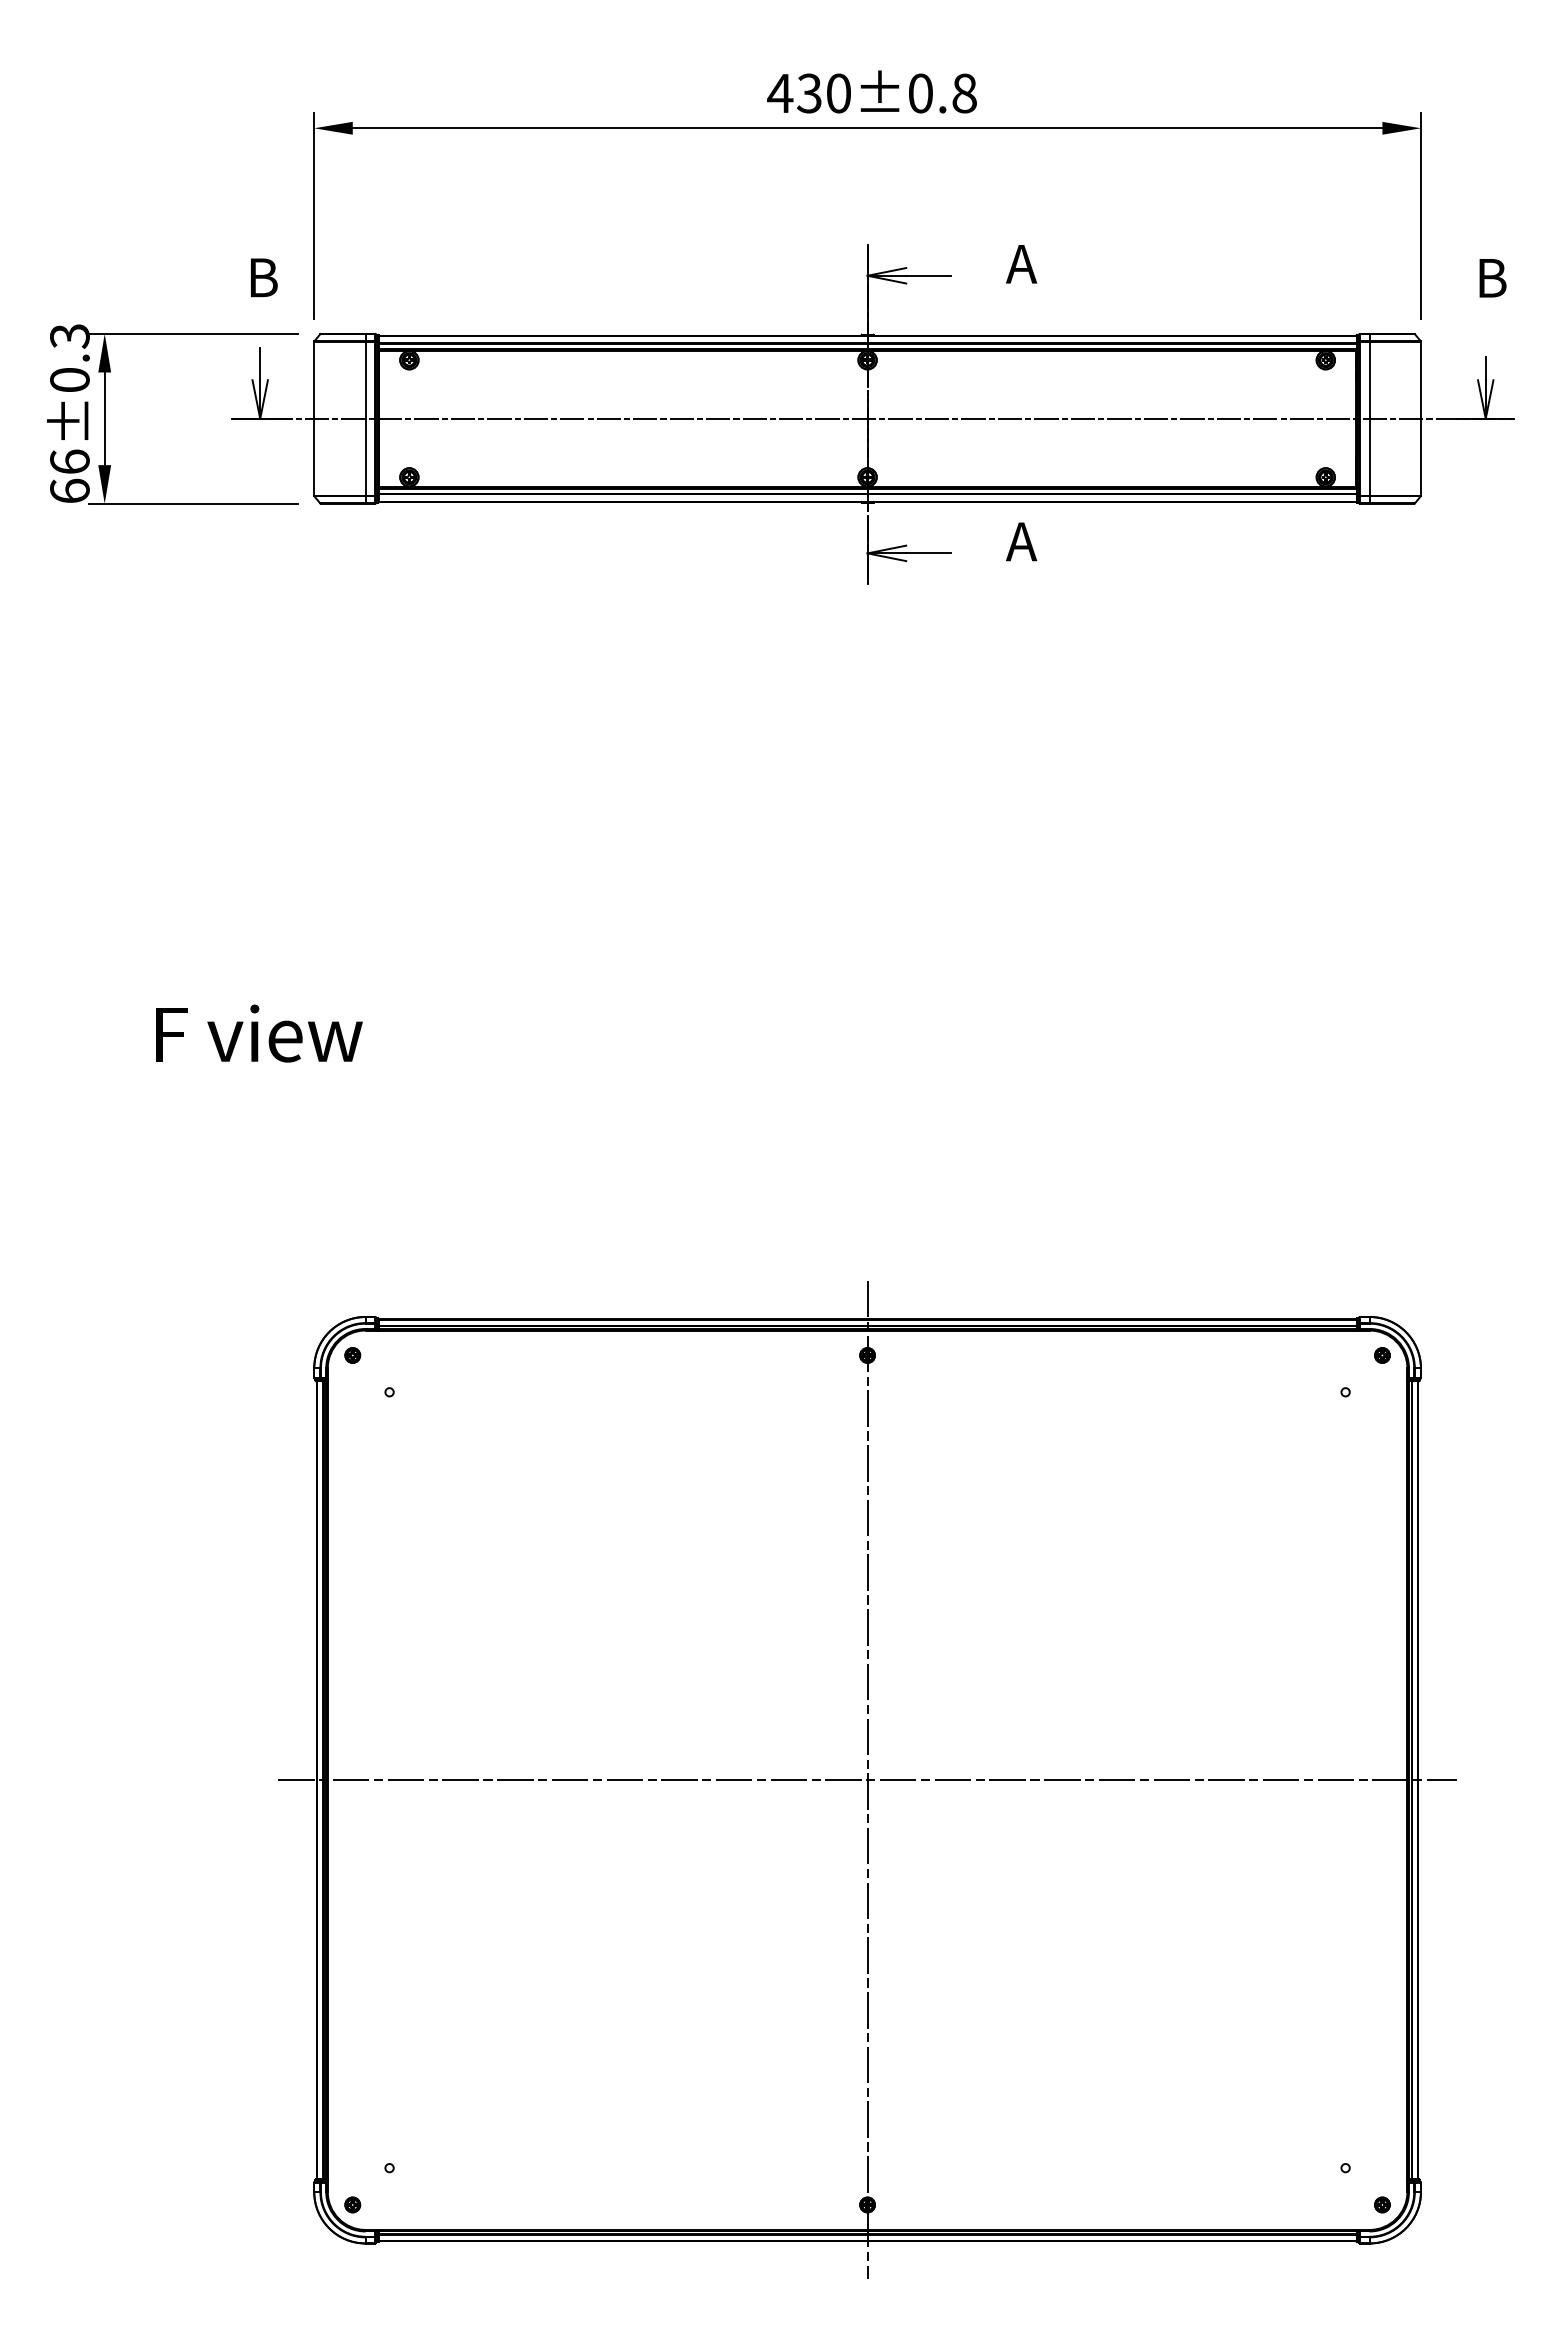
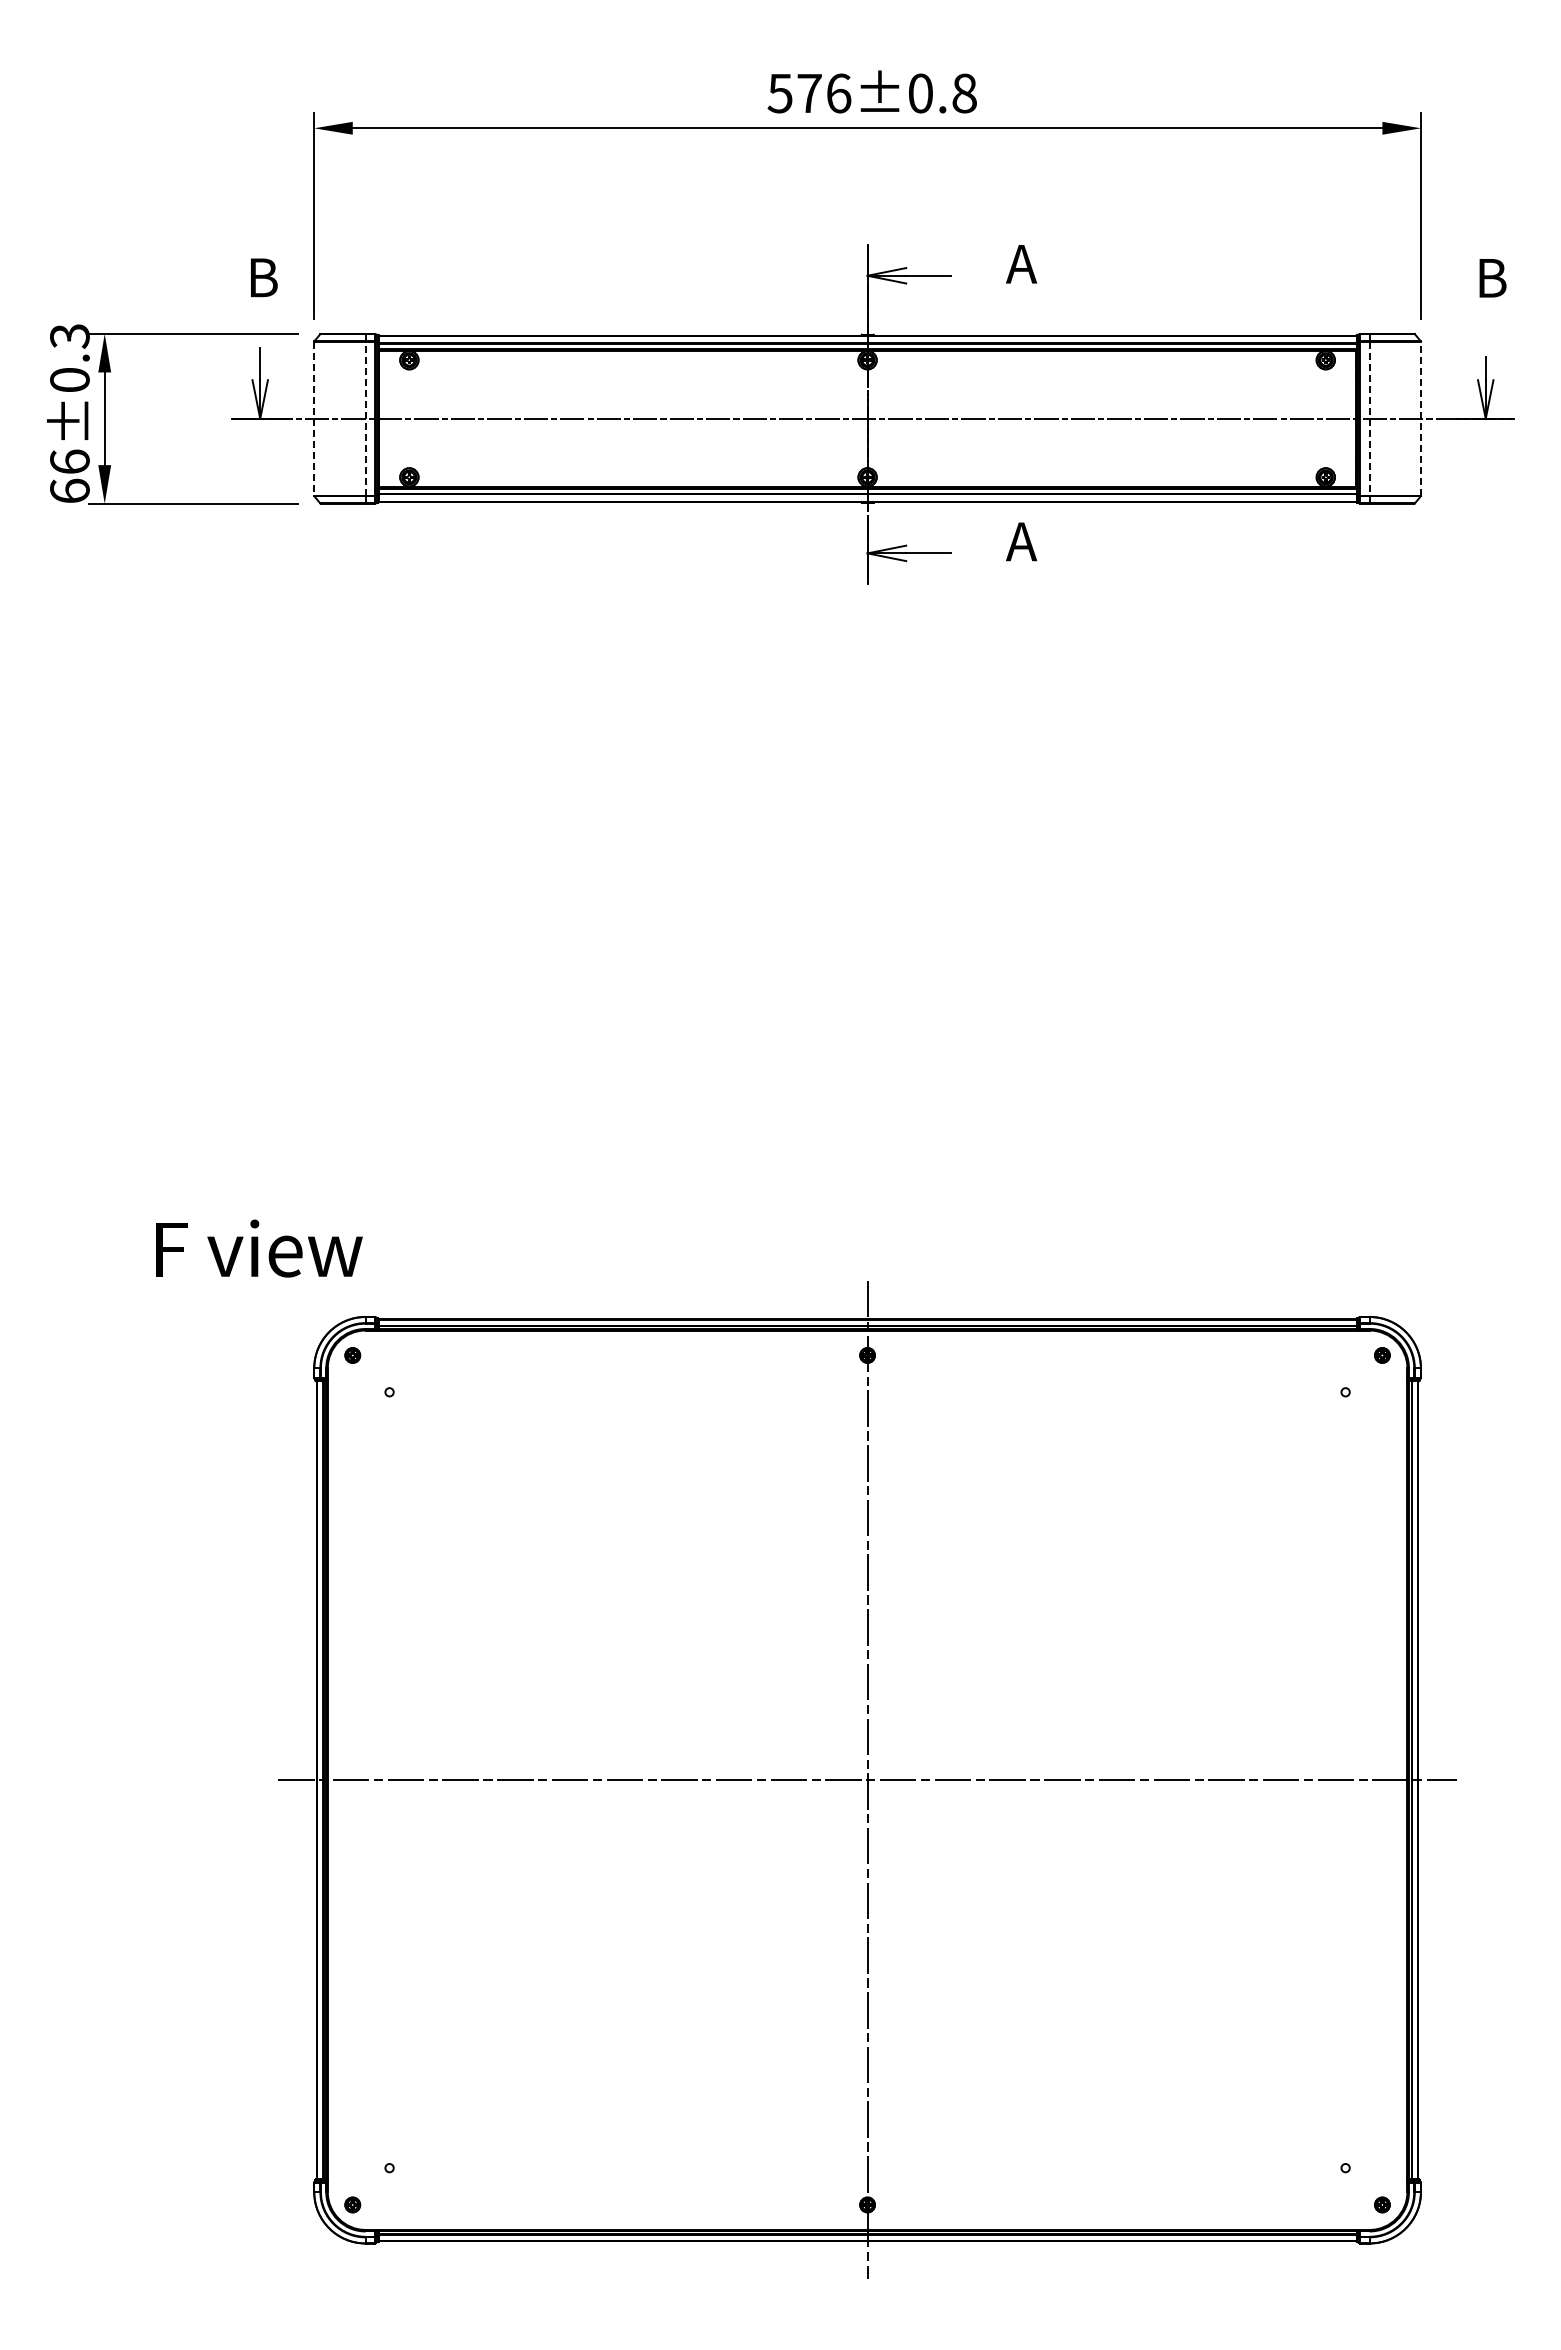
text at (809, 93): 430±0.8 -> 576±0.8
line at (314, 418): solid -> dashed
line at (365, 418): solid -> dashed
line at (1369, 418): solid -> dashed
line at (1421, 418): solid -> dashed
text at (259, 1033) position: (259, 1033) -> (259, 1248)
